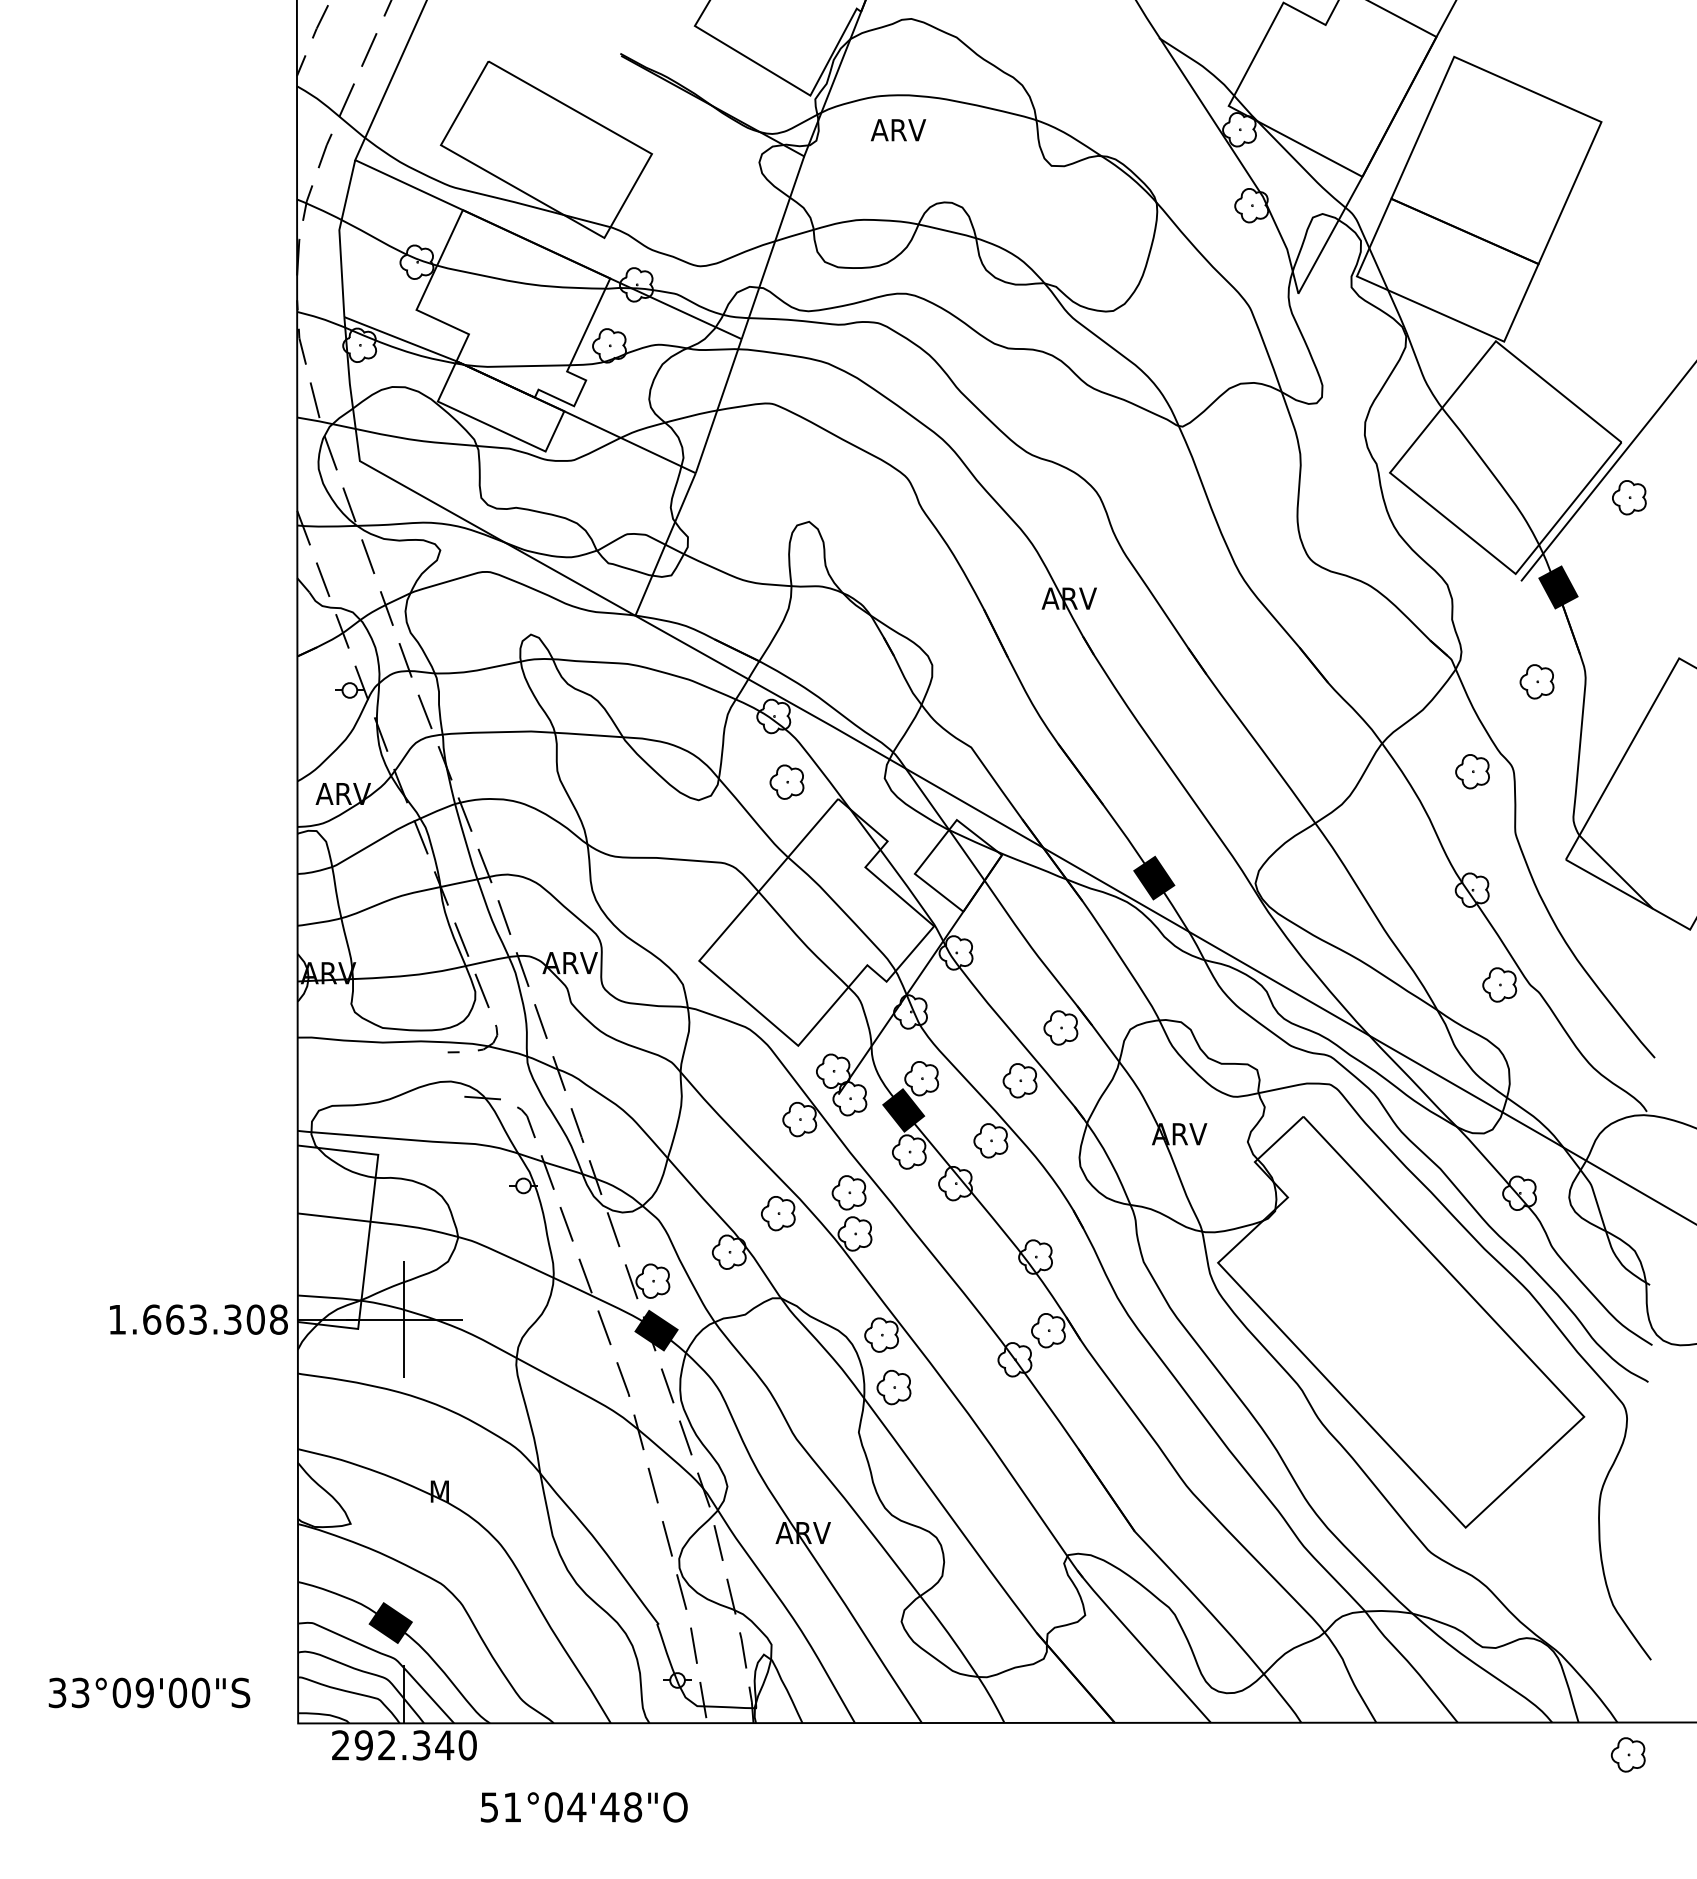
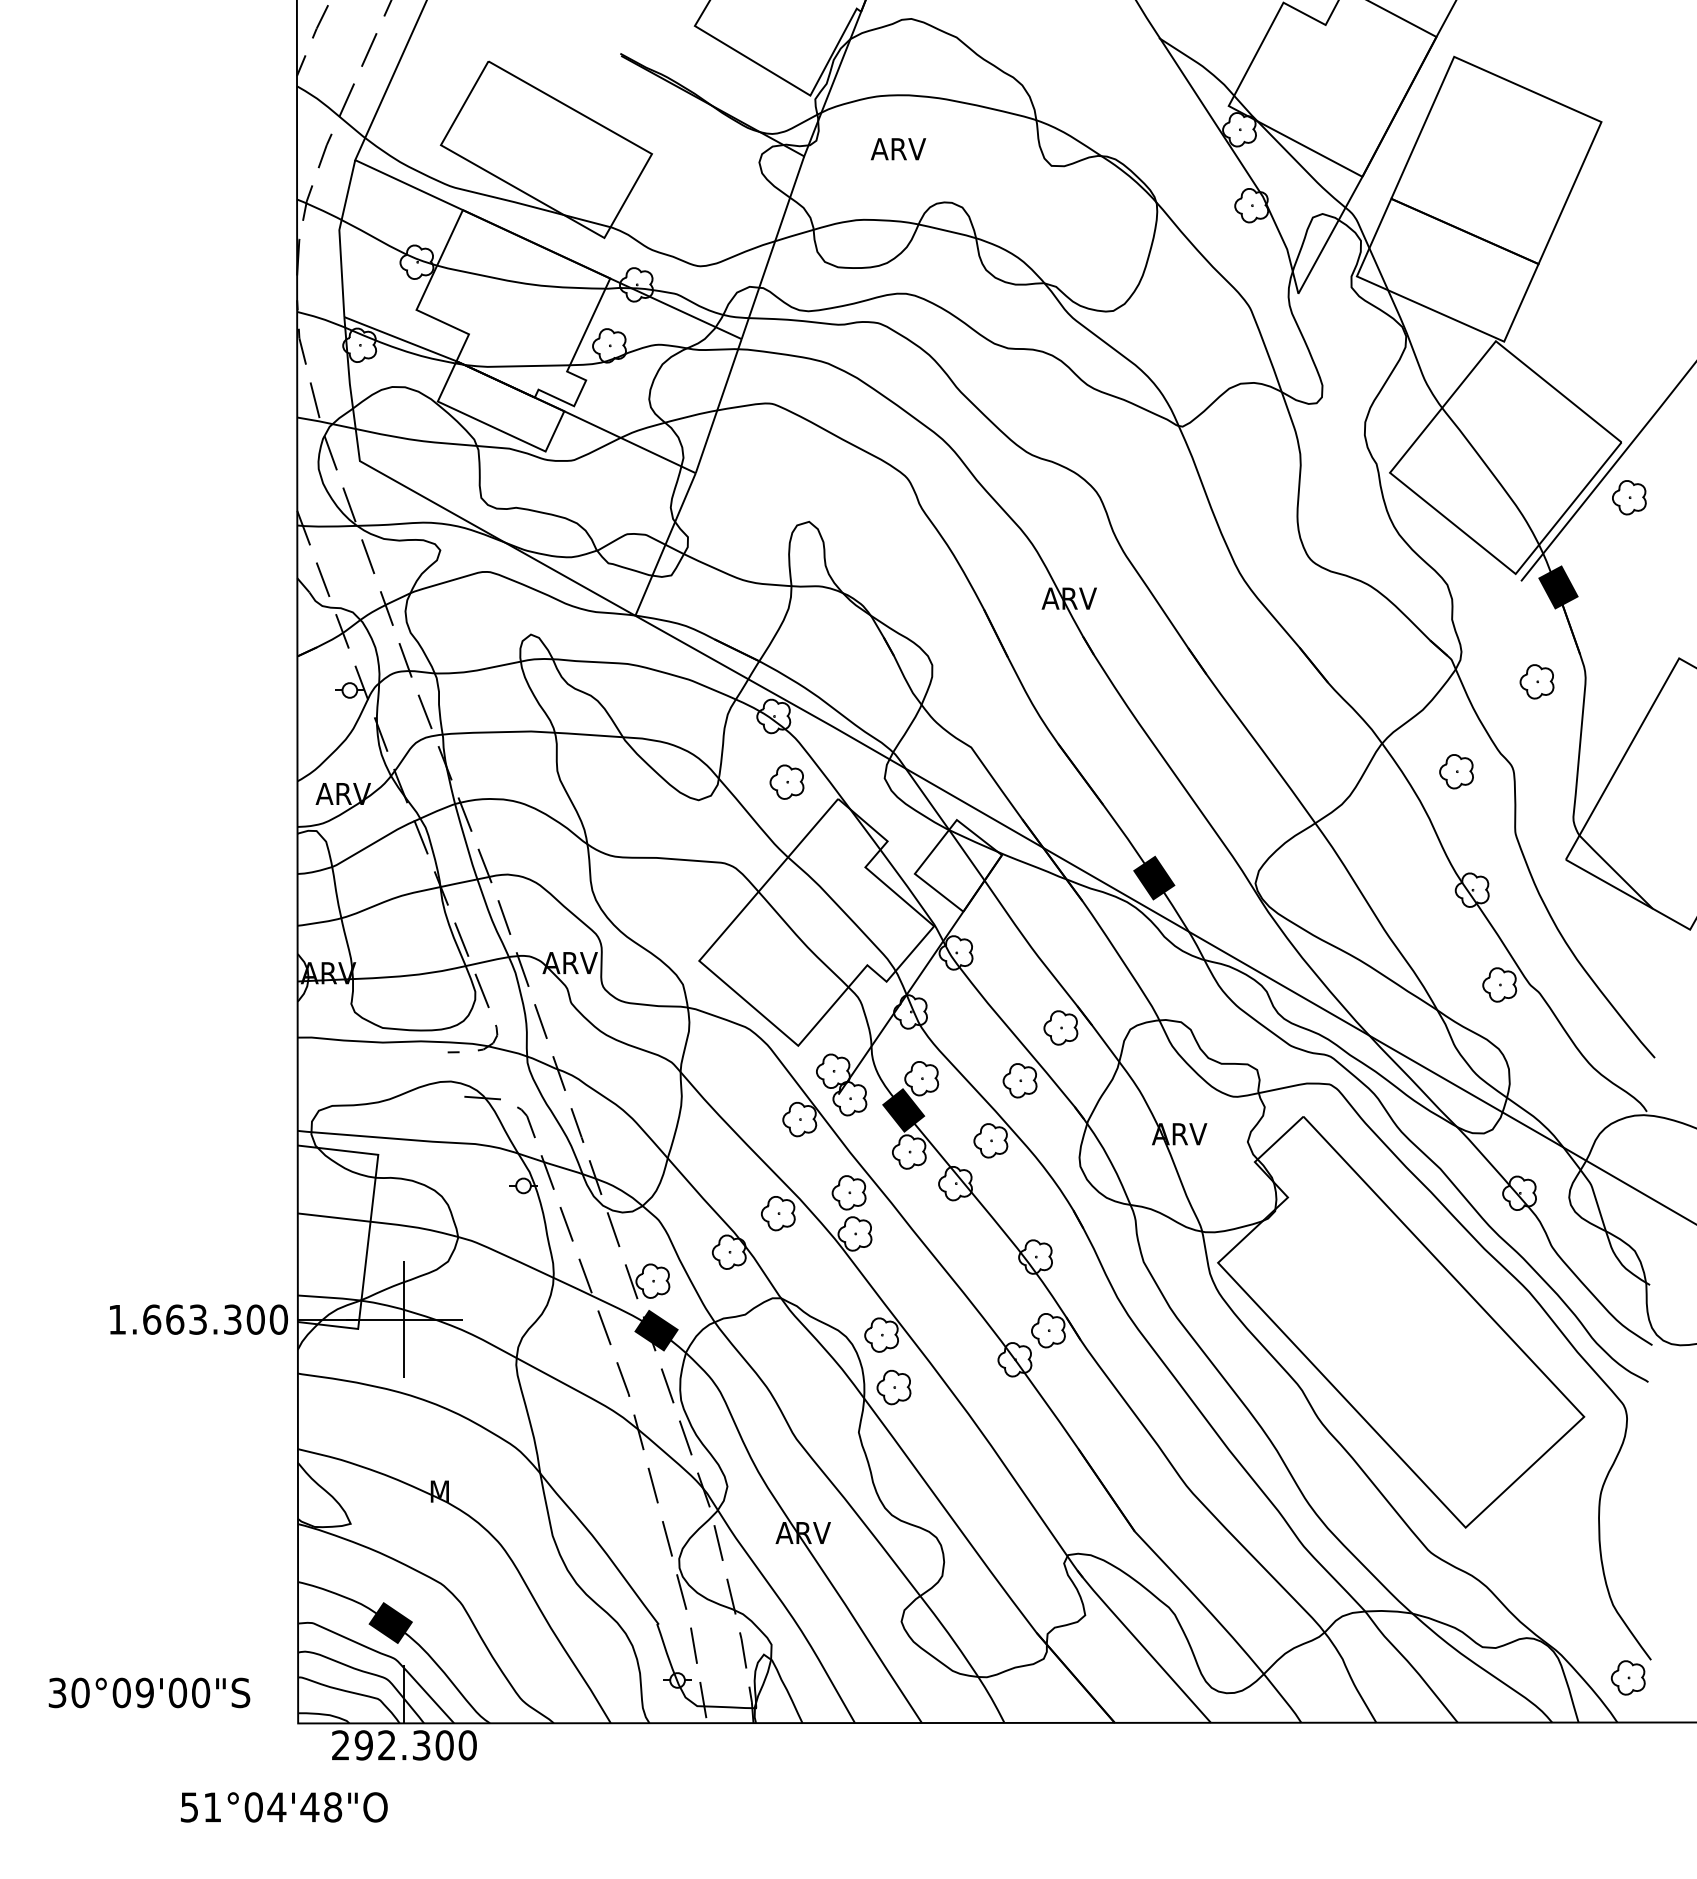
text at (898, 130) position: (898, 130) -> (898, 149)
part at (1472, 771) position: (1472, 771) -> (1456, 771)
text at (278, 1319): 1.663.308 -> 1.663.300
text at (80, 1692): 33°09'00"S -> 30°09'00"S
text at (444, 1745): 292.340 -> 292.300
part at (1627, 1754) position: (1627, 1754) -> (1627, 1677)
text at (584, 1807) position: (584, 1807) -> (284, 1807)
